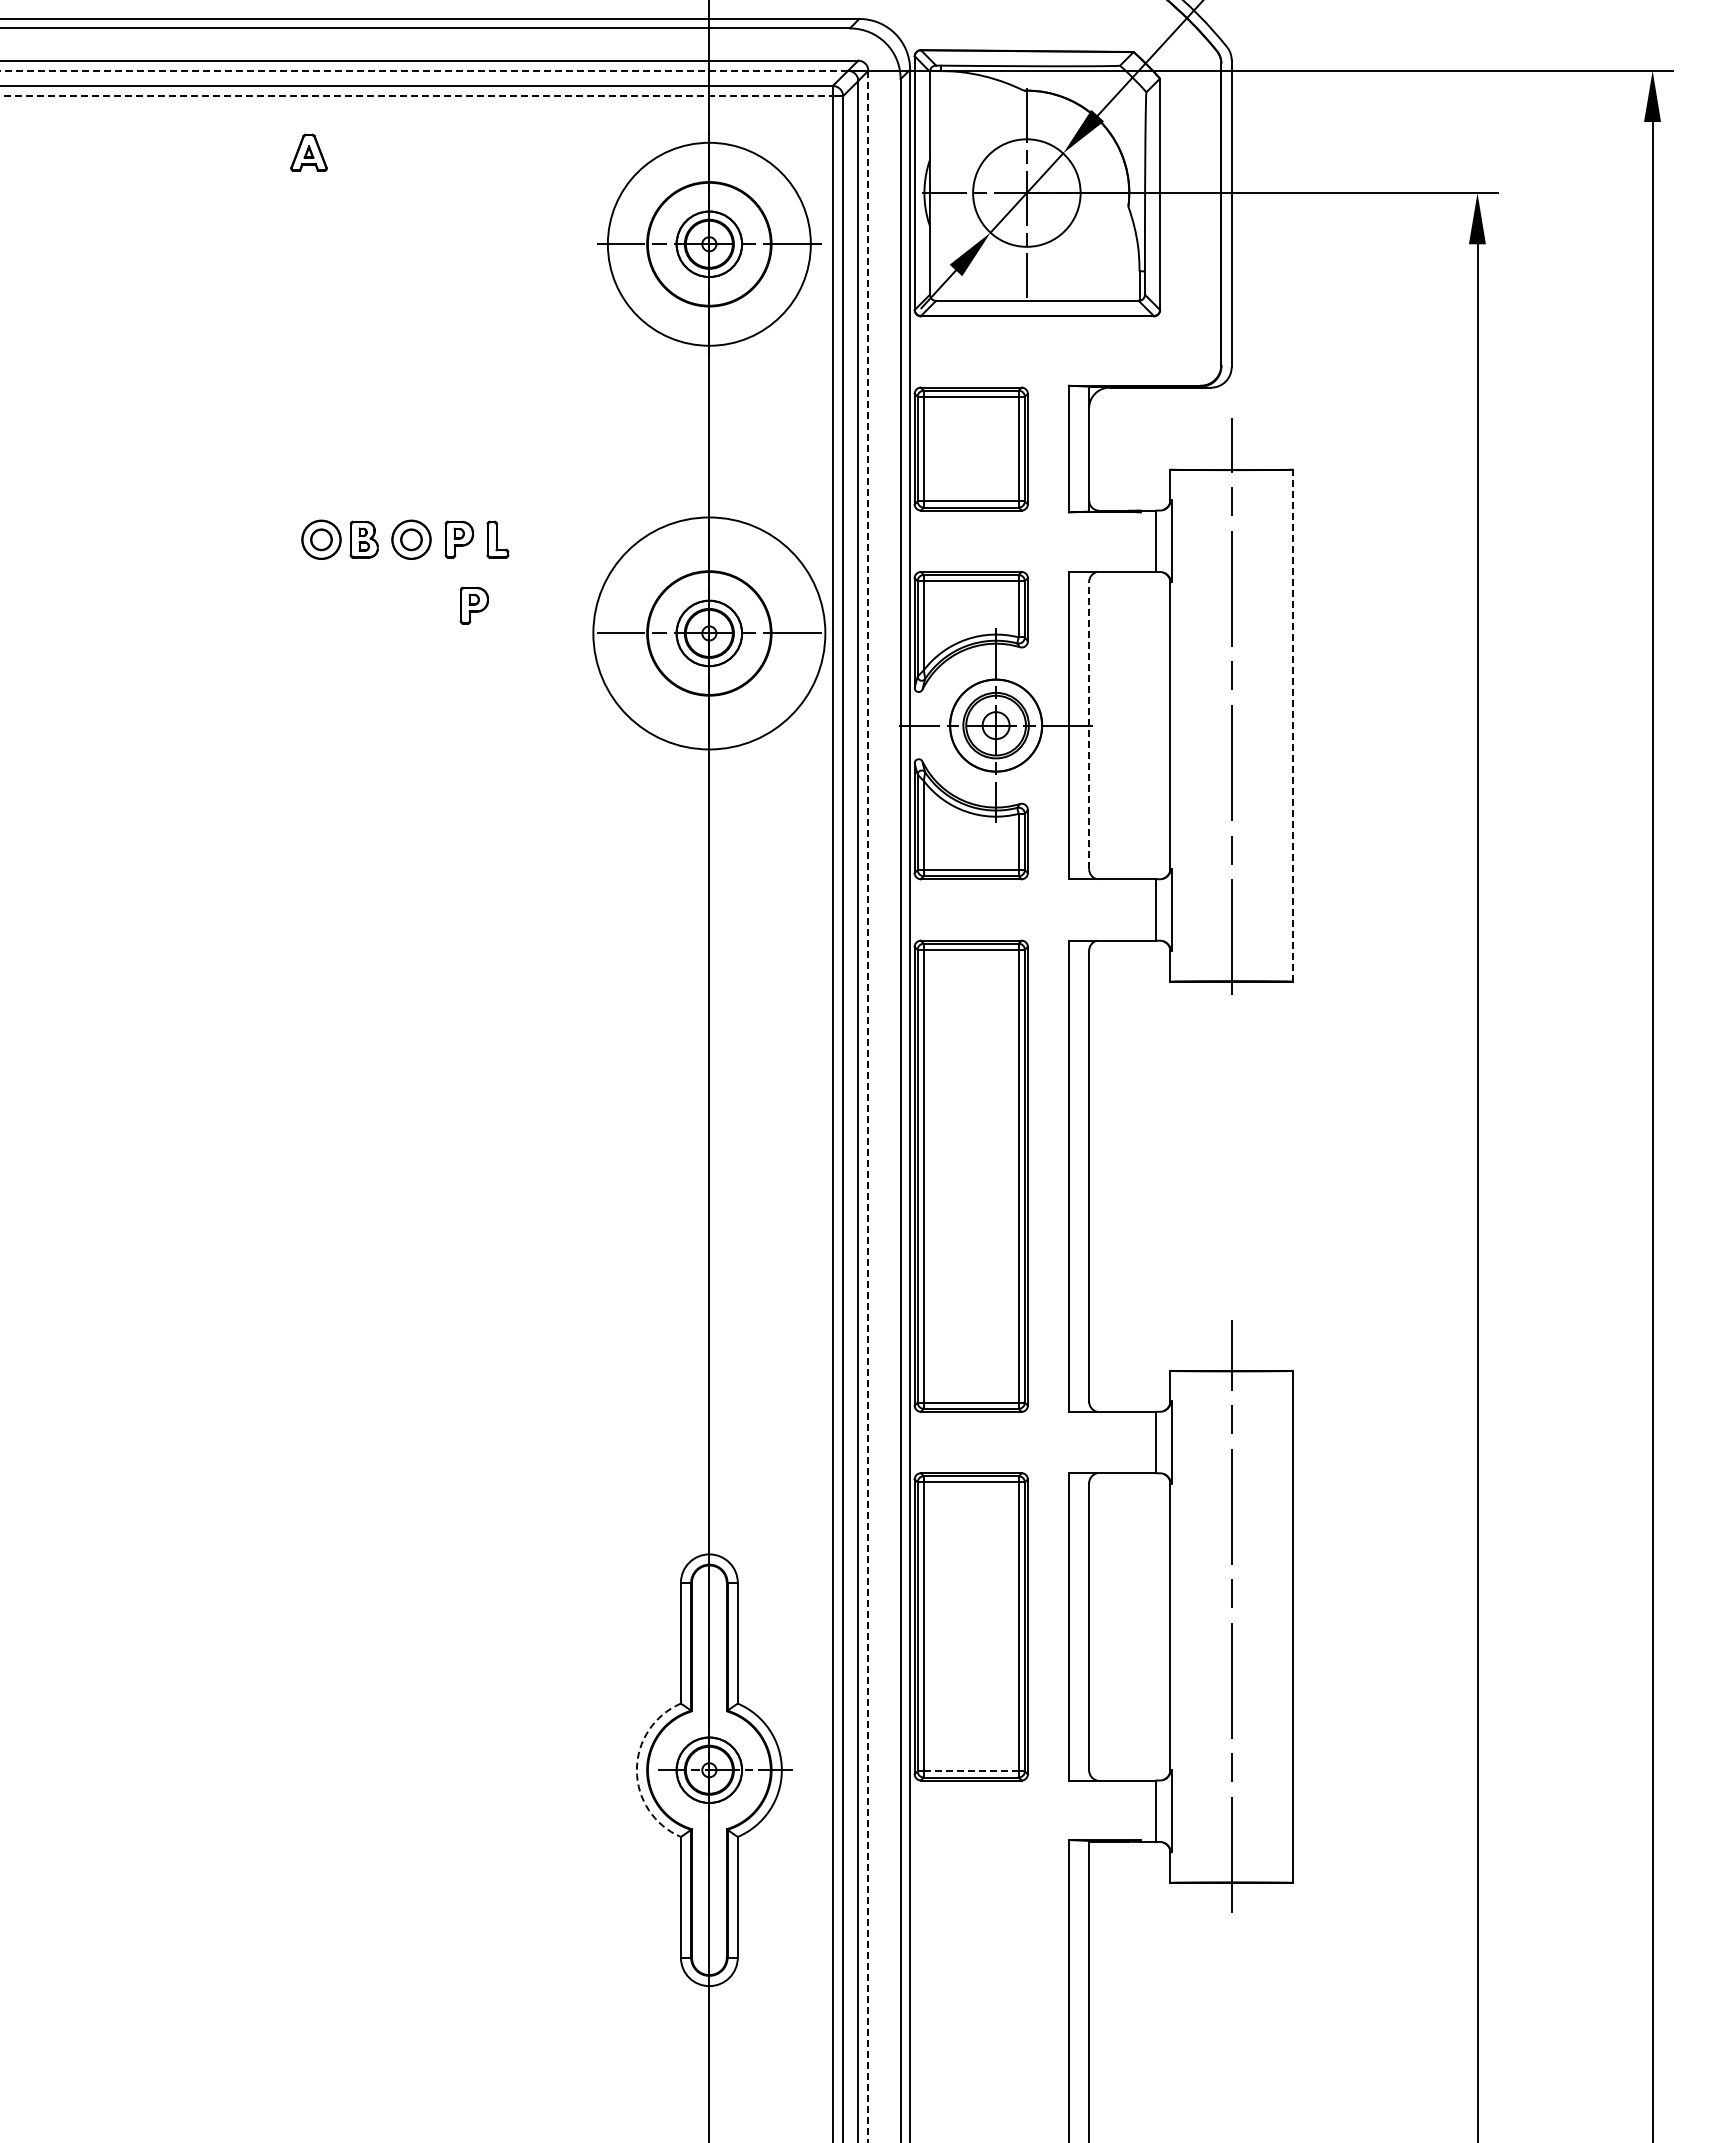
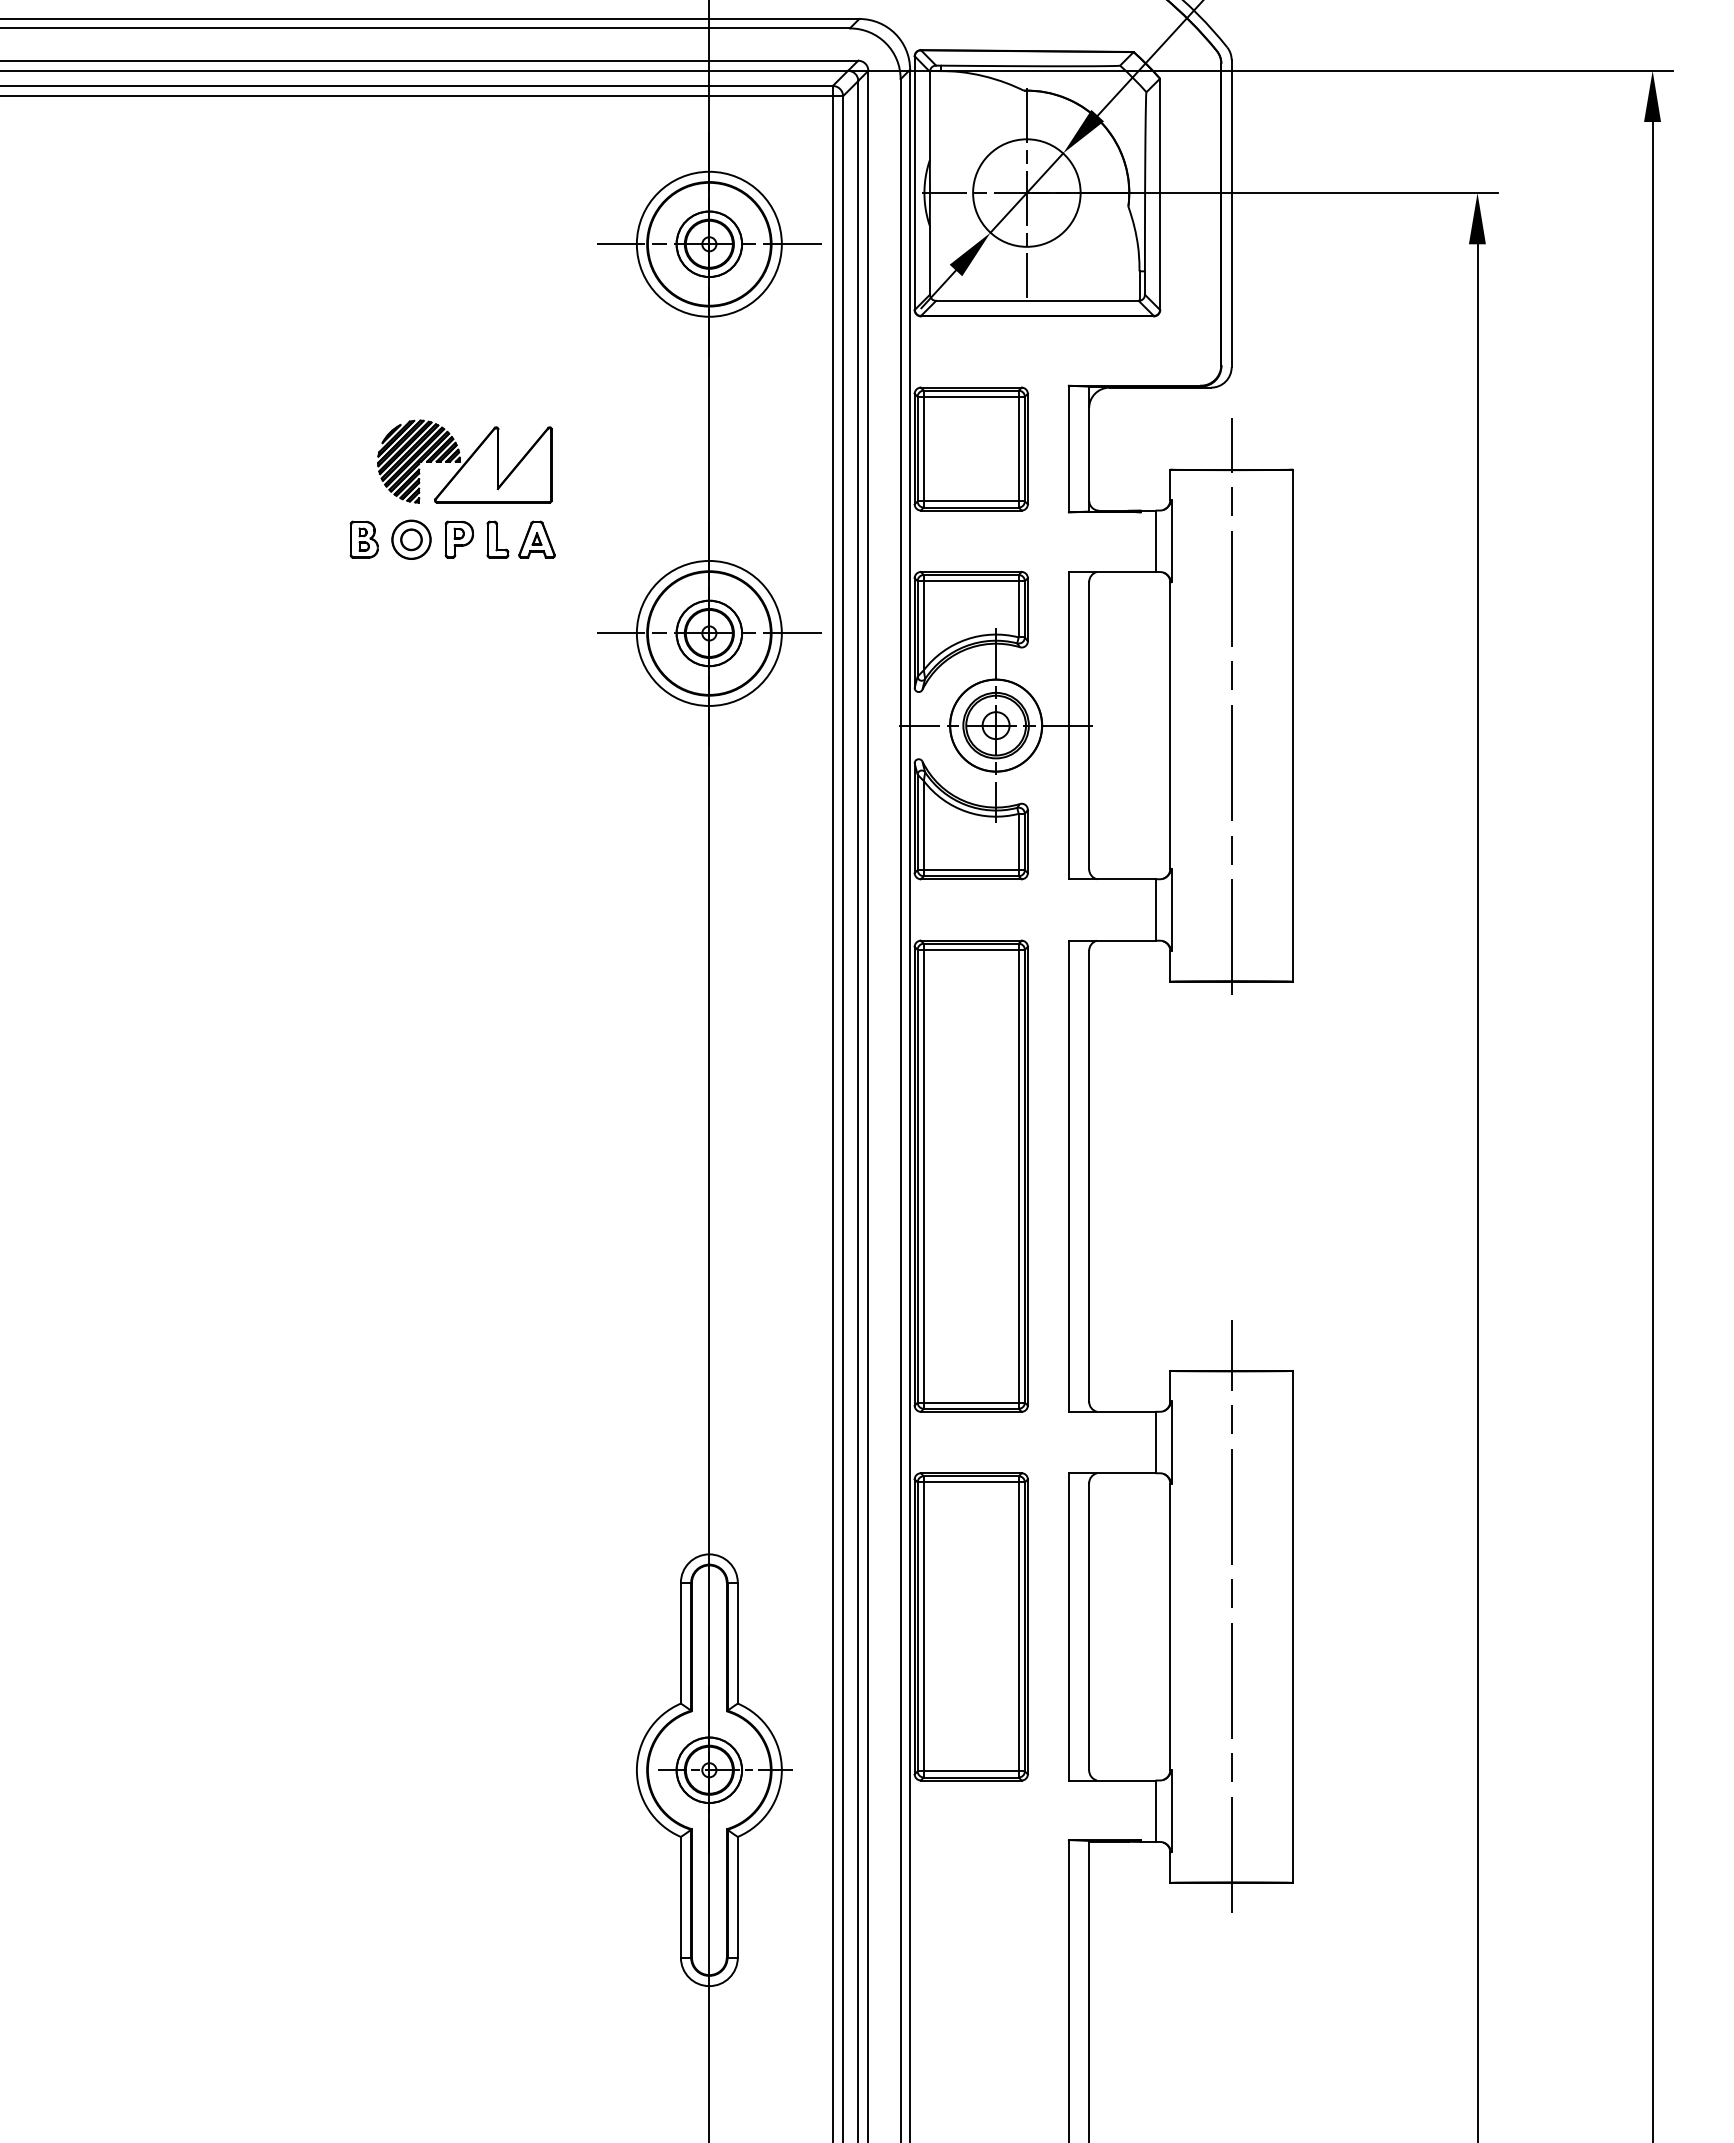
line at (424, 70): dashed -> solid
line at (416, 96): dashed -> solid
part at (308, 152) position: (308, 152) -> (536, 539)
circle at (708, 243) diameter: 203 px -> 145 px
part at (464, 461): none -> present
part at (321, 539): present -> none
part at (473, 605): present -> none
circle at (709, 633) diameter: 232 px -> 145 px
line at (1089, 725): dashed -> solid
line at (1293, 725): dashed -> solid
line at (868, 1106): dashed -> solid
arc at (636, 1770): dashed -> solid
line at (970, 1771): dashed -> solid
